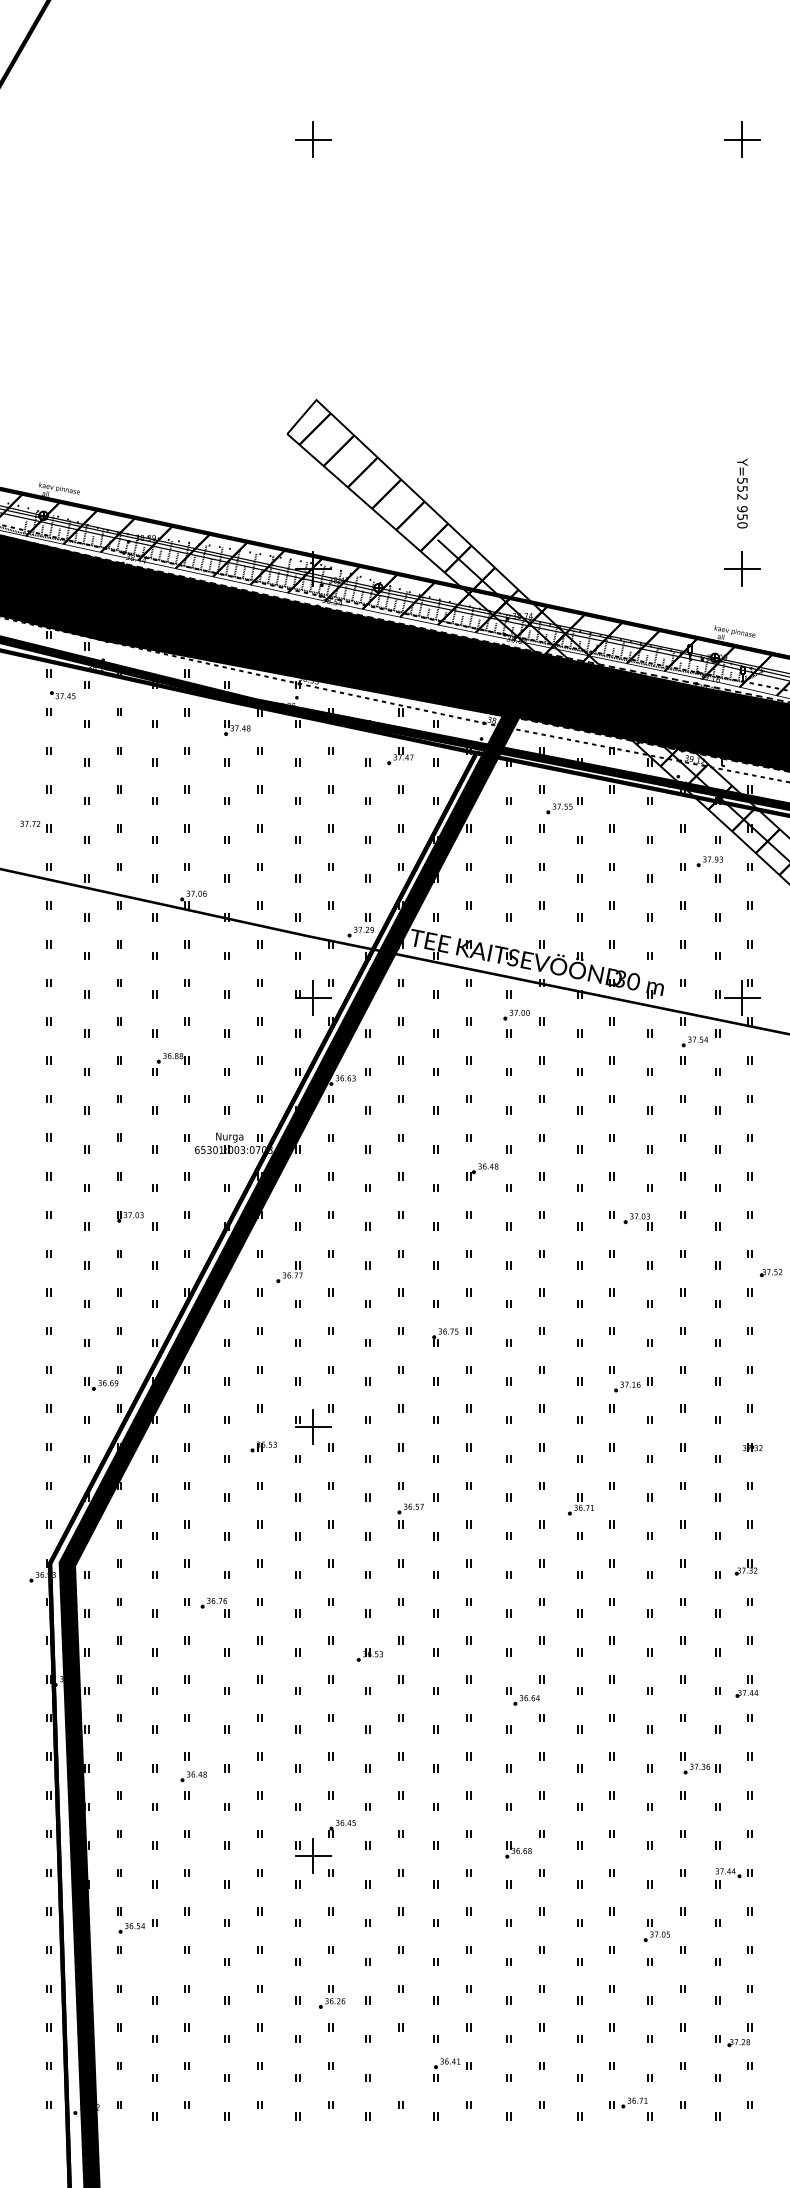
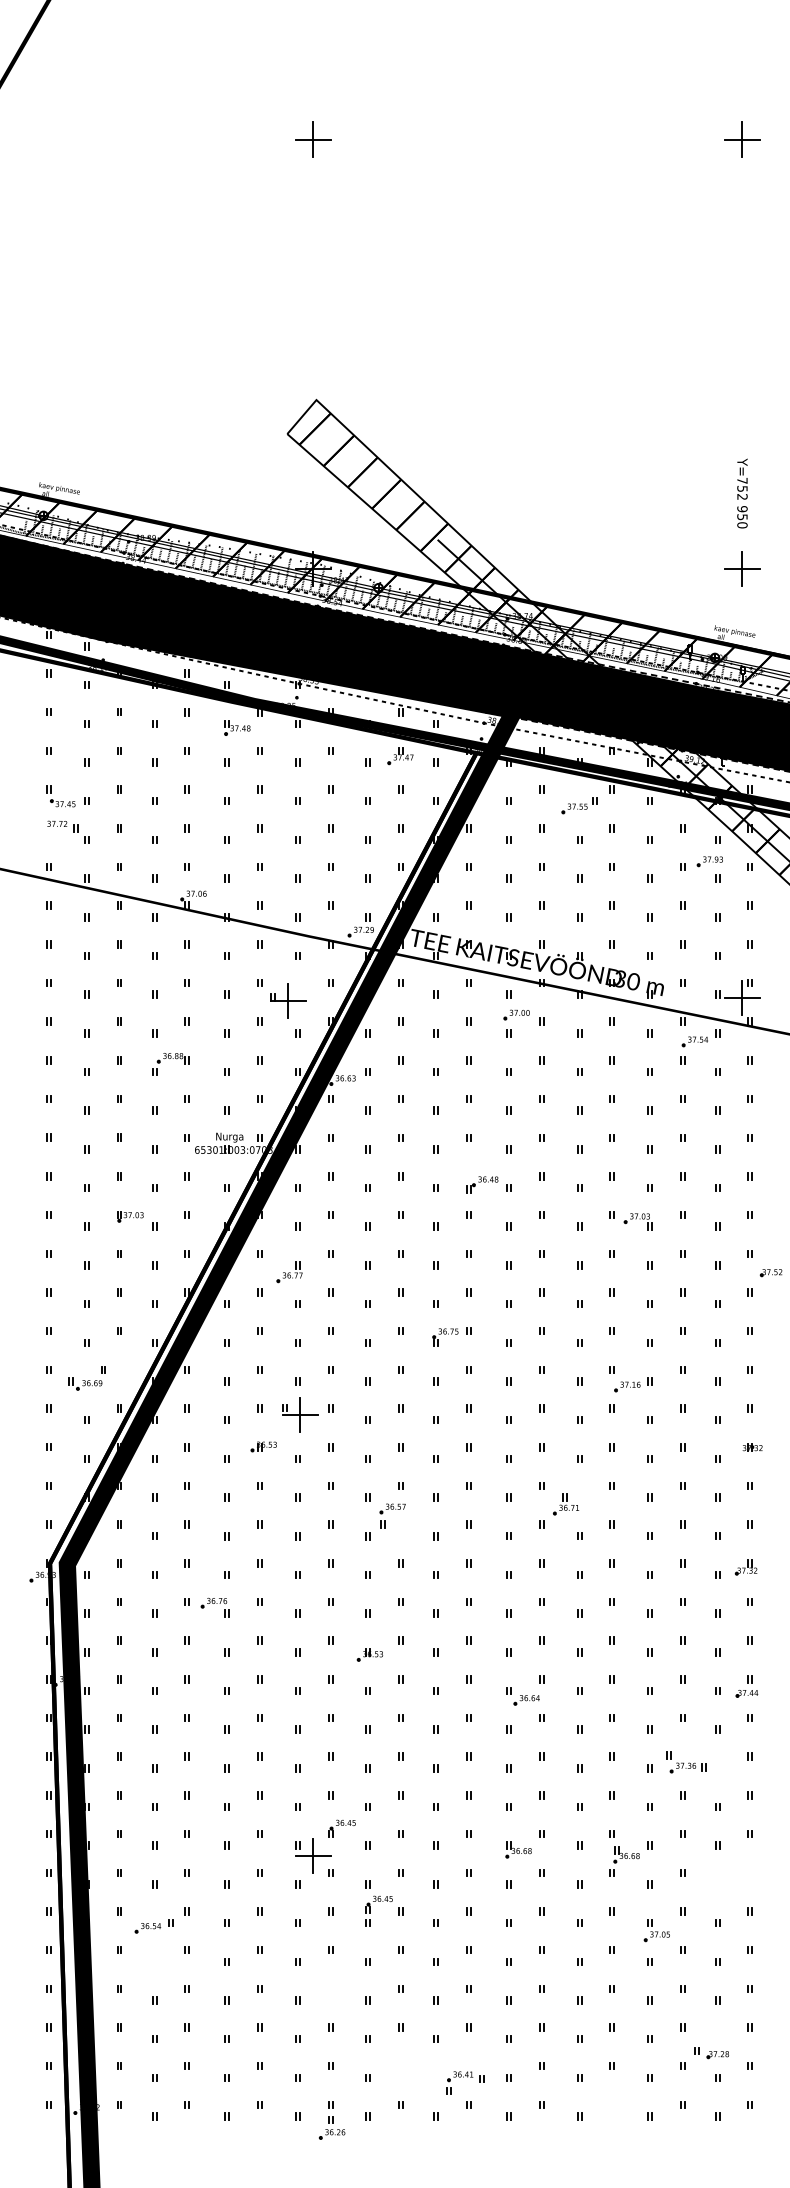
text at (742, 480): Y=552 -> Y=752
part at (62, 695) position: (62, 695) -> (62, 803)
part at (564, 805) position: (564, 805) -> (579, 805)
part at (35, 826) position: (35, 826) -> (62, 826)
part at (313, 997) position: (313, 997) -> (288, 1000)
part at (482, 1171) position: (482, 1171) -> (482, 1184)
part at (102, 1378) position: (102, 1378) -> (86, 1378)
part at (313, 1426) position: (313, 1426) -> (300, 1414)
part at (581, 1504) position: (581, 1504) -> (566, 1504)
part at (410, 1515) position: (410, 1515) -> (392, 1515)
part at (700, 1763) position: (700, 1763) -> (686, 1762)
part at (193, 1776): present -> none
part at (626, 1854): none -> present
part at (733, 1878): present -> none
part at (378, 1904): none -> present
part at (137, 1926) position: (137, 1926) -> (153, 1926)
part at (332, 1996) position: (332, 1996) -> (332, 2127)
part at (732, 2041) position: (732, 2041) -> (711, 2053)
part at (452, 2069) position: (452, 2069) -> (465, 2082)
part at (628, 2102): present -> none
